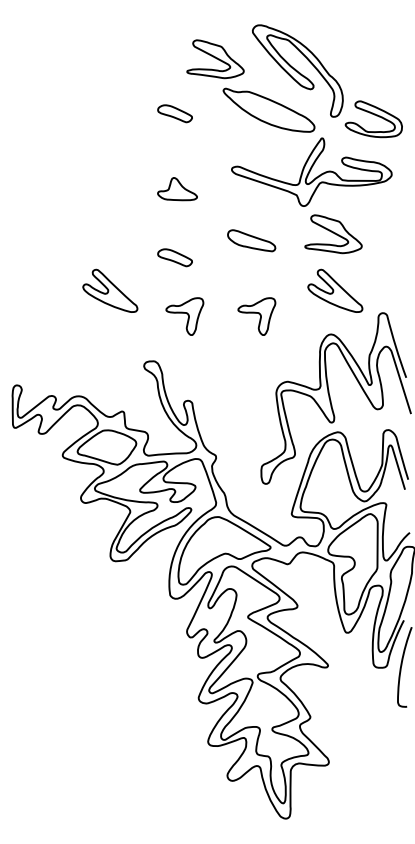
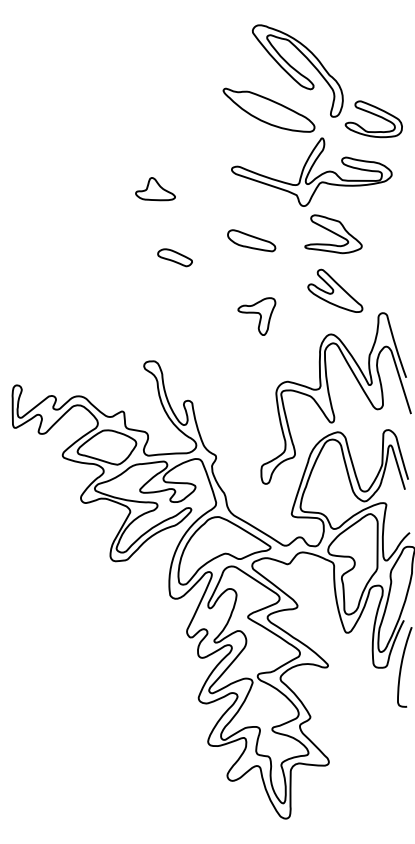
part at (215, 59): present -> none
part at (174, 113): present -> none
part at (177, 189) position: (177, 189) -> (155, 189)
part at (110, 290): present -> none
part at (184, 316): present -> none
